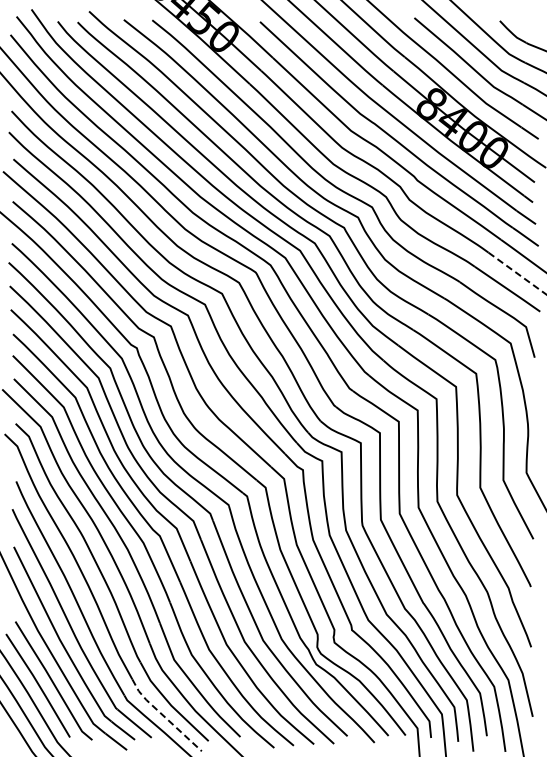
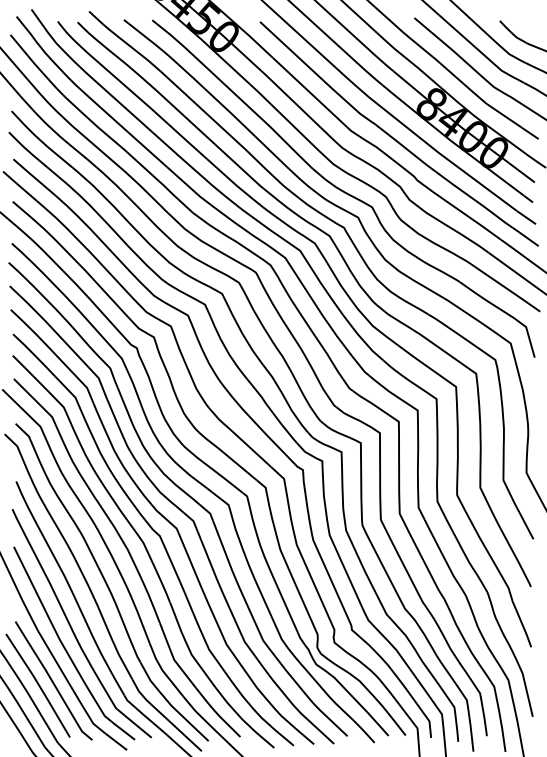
line at (517, 273): dashed -> solid
line at (163, 716): dashed -> solid
